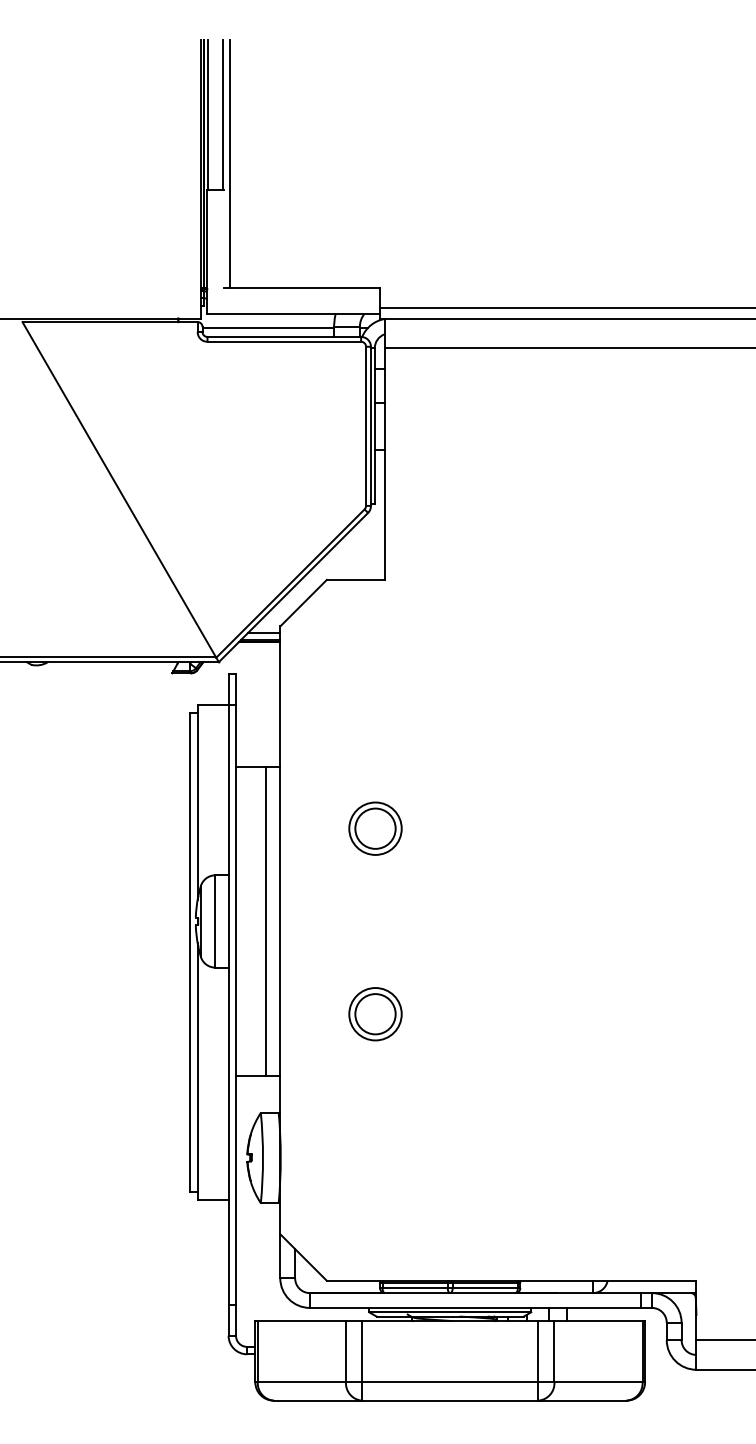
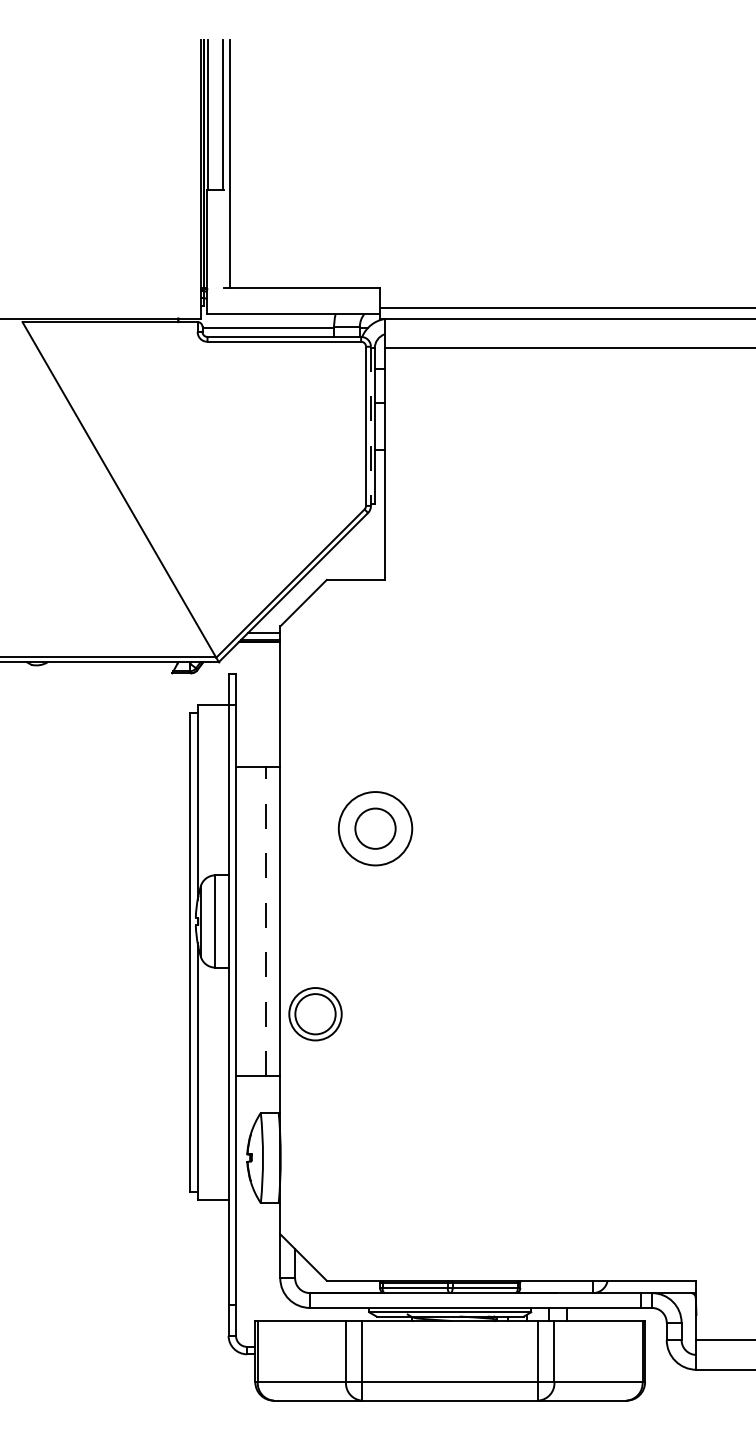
line at (370, 426): solid -> dashed
circle at (375, 828) diameter: 52 px -> 73 px
line at (265, 921): solid -> dashed
part at (375, 1014) position: (375, 1014) -> (315, 1014)
